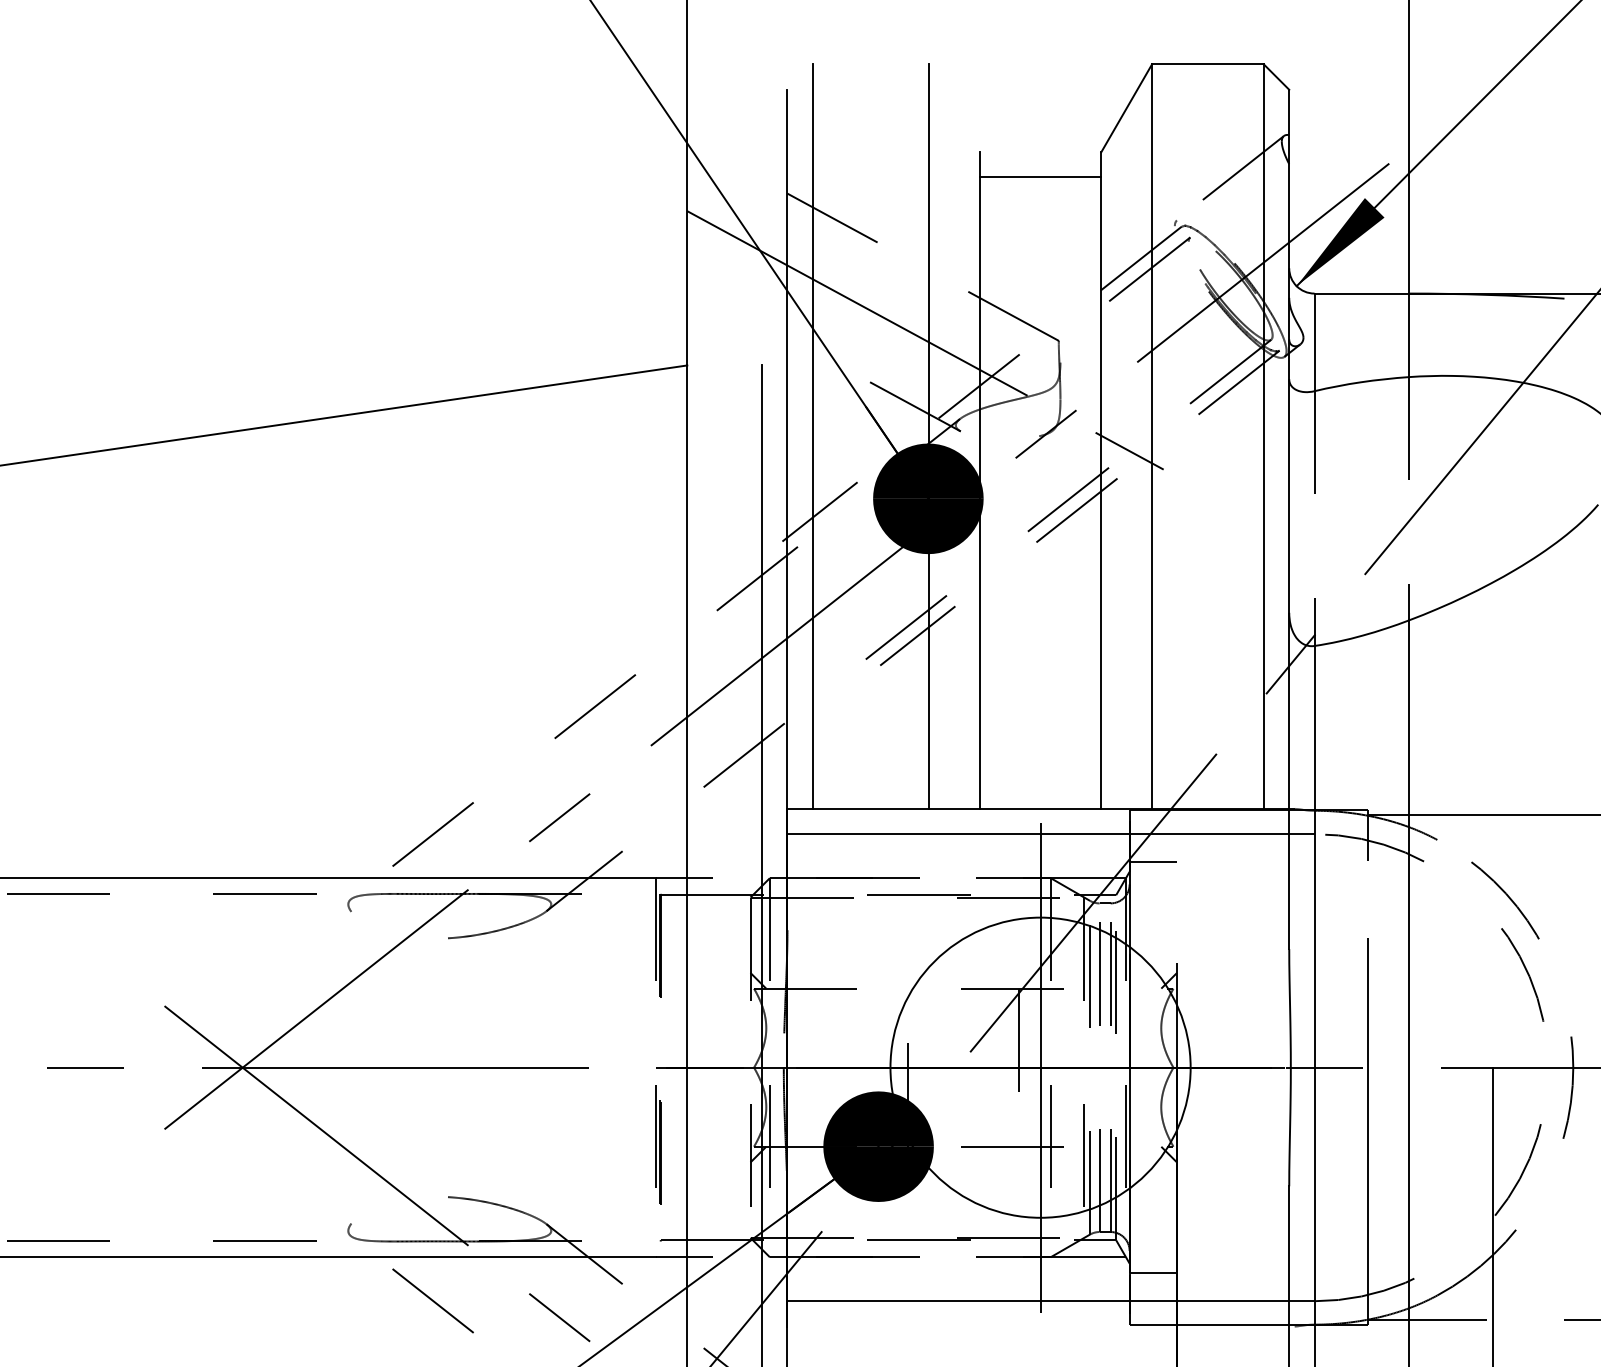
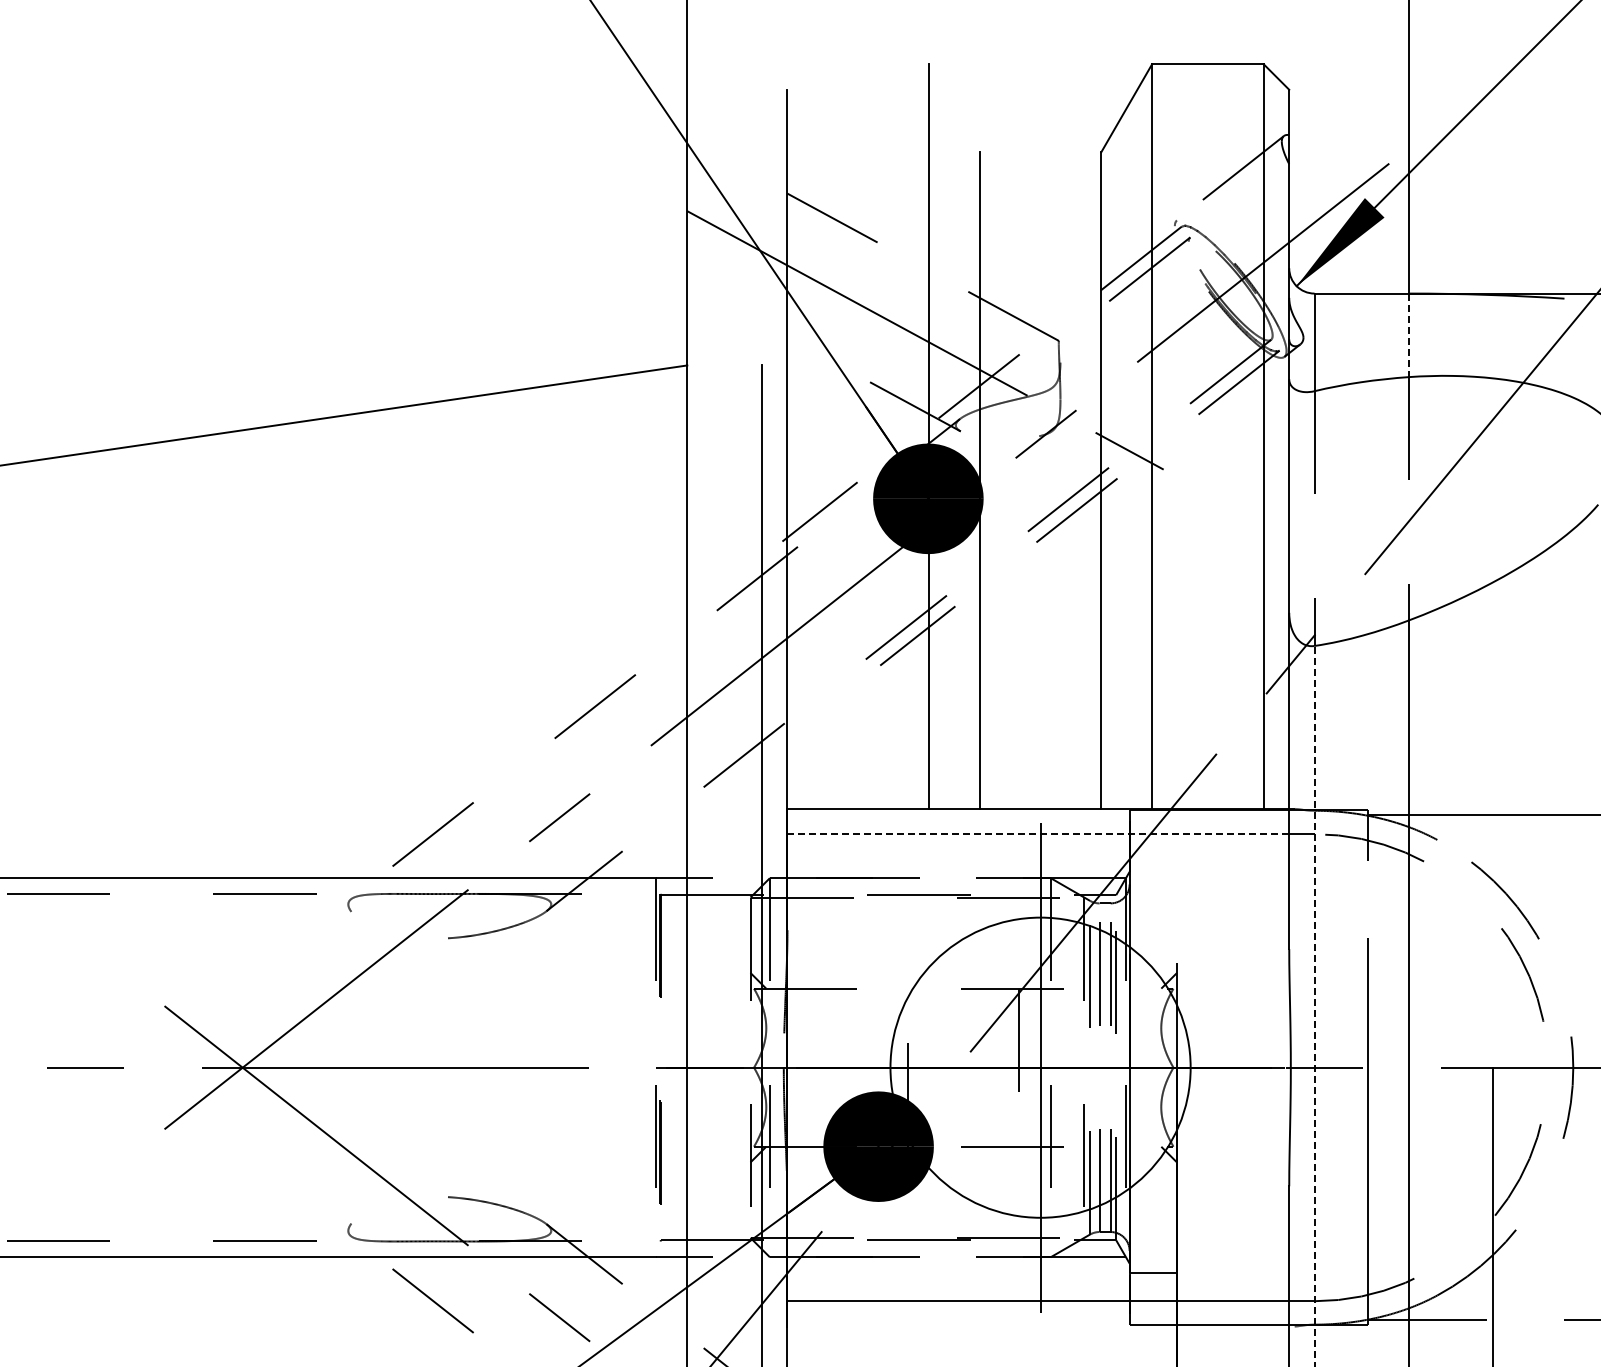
line at (1040, 177): present -> none
line at (1409, 335): solid -> dashed
line at (812, 436): present -> none
line at (1038, 834): solid -> dashed
line at (1153, 862): present -> none
line at (1314, 1005): solid -> dashed
